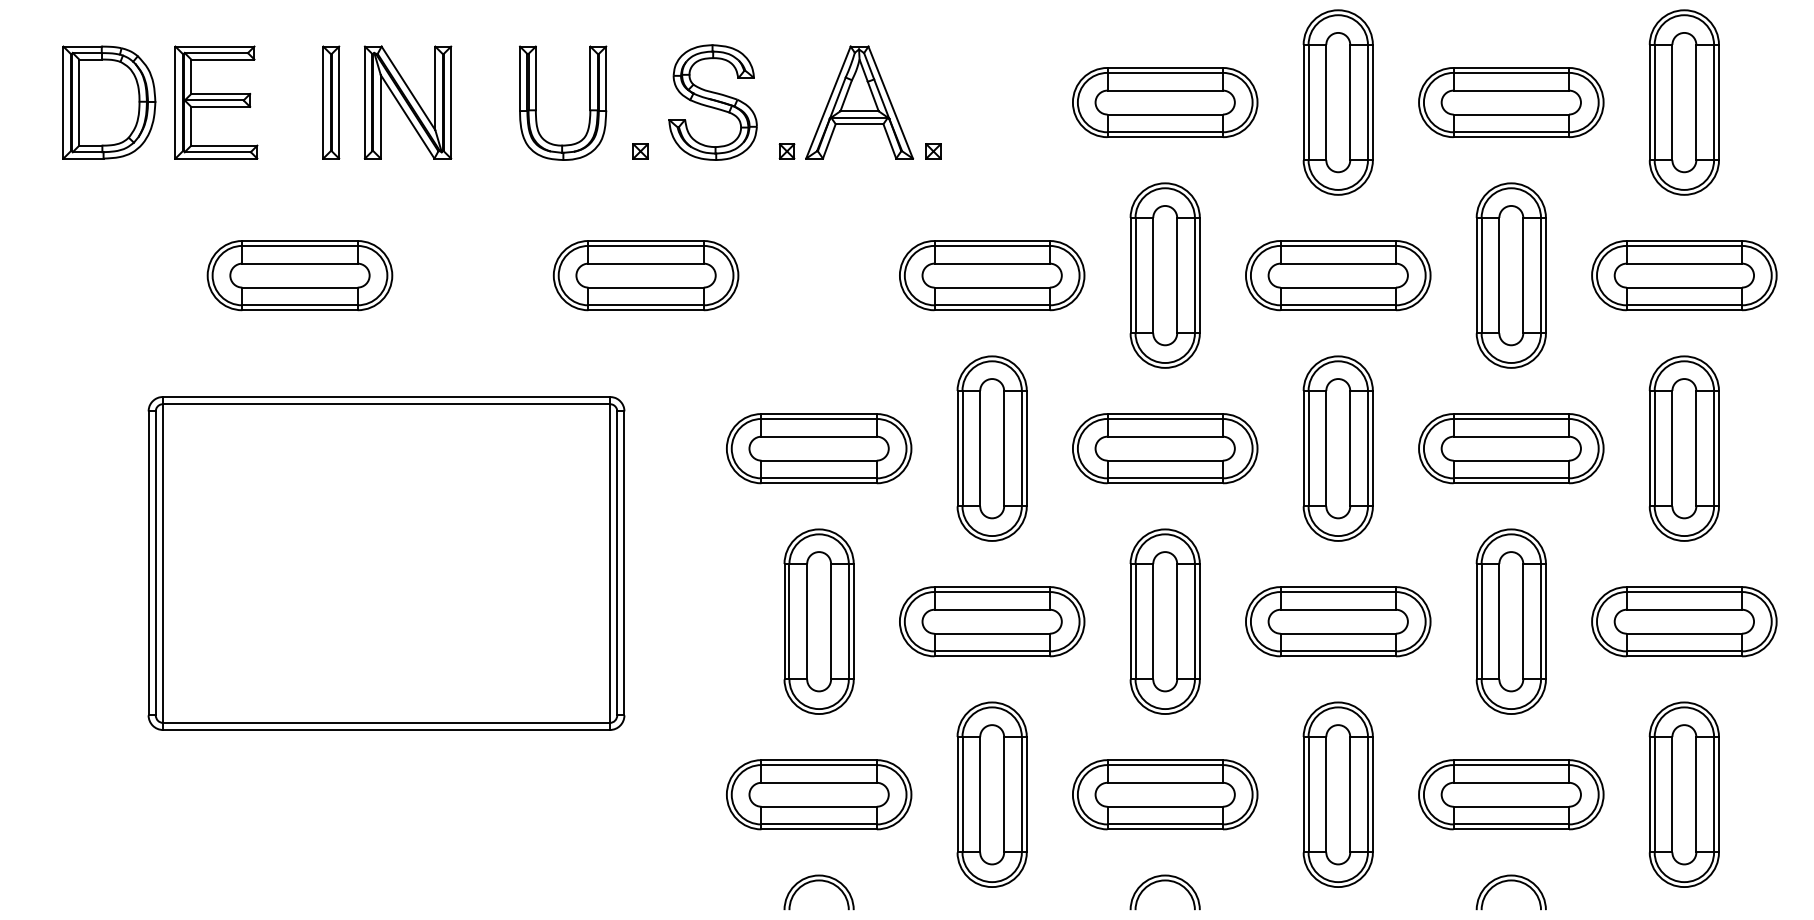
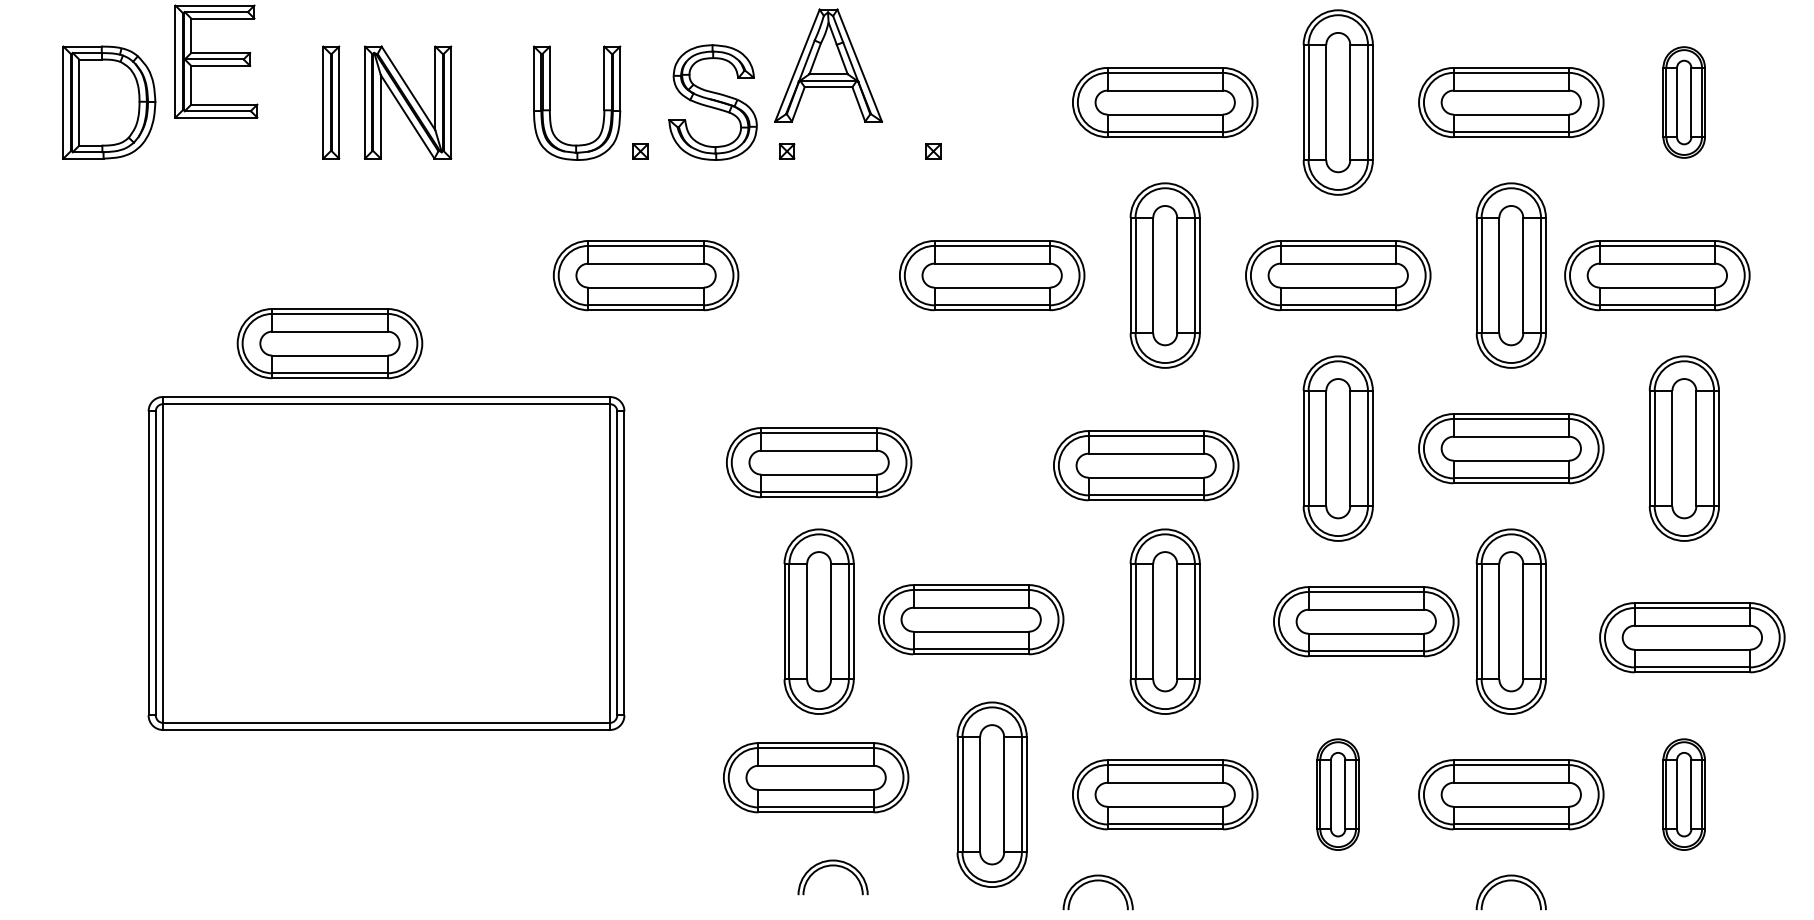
part at (216, 102) position: (216, 102) -> (216, 61)
part at (589, 102) position: (589, 102) -> (603, 102)
part at (859, 102) position: (859, 102) -> (828, 65)
part at (1683, 102) size: 72x187 px -> 44x113 px
part at (299, 275) position: (299, 275) -> (329, 343)
part at (1684, 275) position: (1684, 275) -> (1657, 275)
part at (819, 448) position: (819, 448) -> (819, 462)
part at (991, 448): present -> none
part at (1165, 448) position: (1165, 448) -> (1146, 465)
part at (992, 621) position: (992, 621) -> (971, 619)
part at (1338, 621) position: (1338, 621) -> (1366, 621)
part at (1684, 621) position: (1684, 621) -> (1692, 637)
part at (819, 794) position: (819, 794) -> (816, 777)
part at (1337, 794) size: 72x187 px -> 44x113 px
part at (1683, 794) size: 72x187 px -> 44x113 px
part at (818, 881) position: (818, 881) -> (832, 866)
part at (1164, 881) position: (1164, 881) -> (1097, 881)
